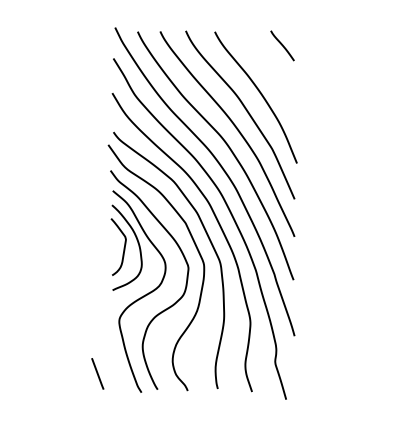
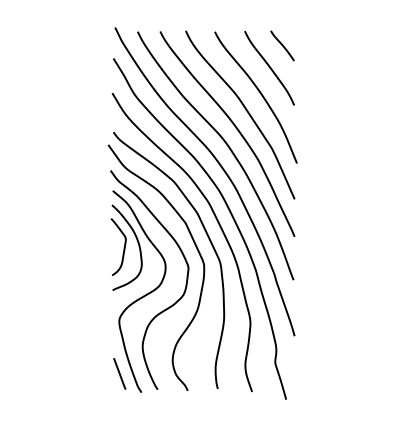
curve at (269, 68): none -> present
line at (97, 373) position: (97, 373) -> (119, 373)
